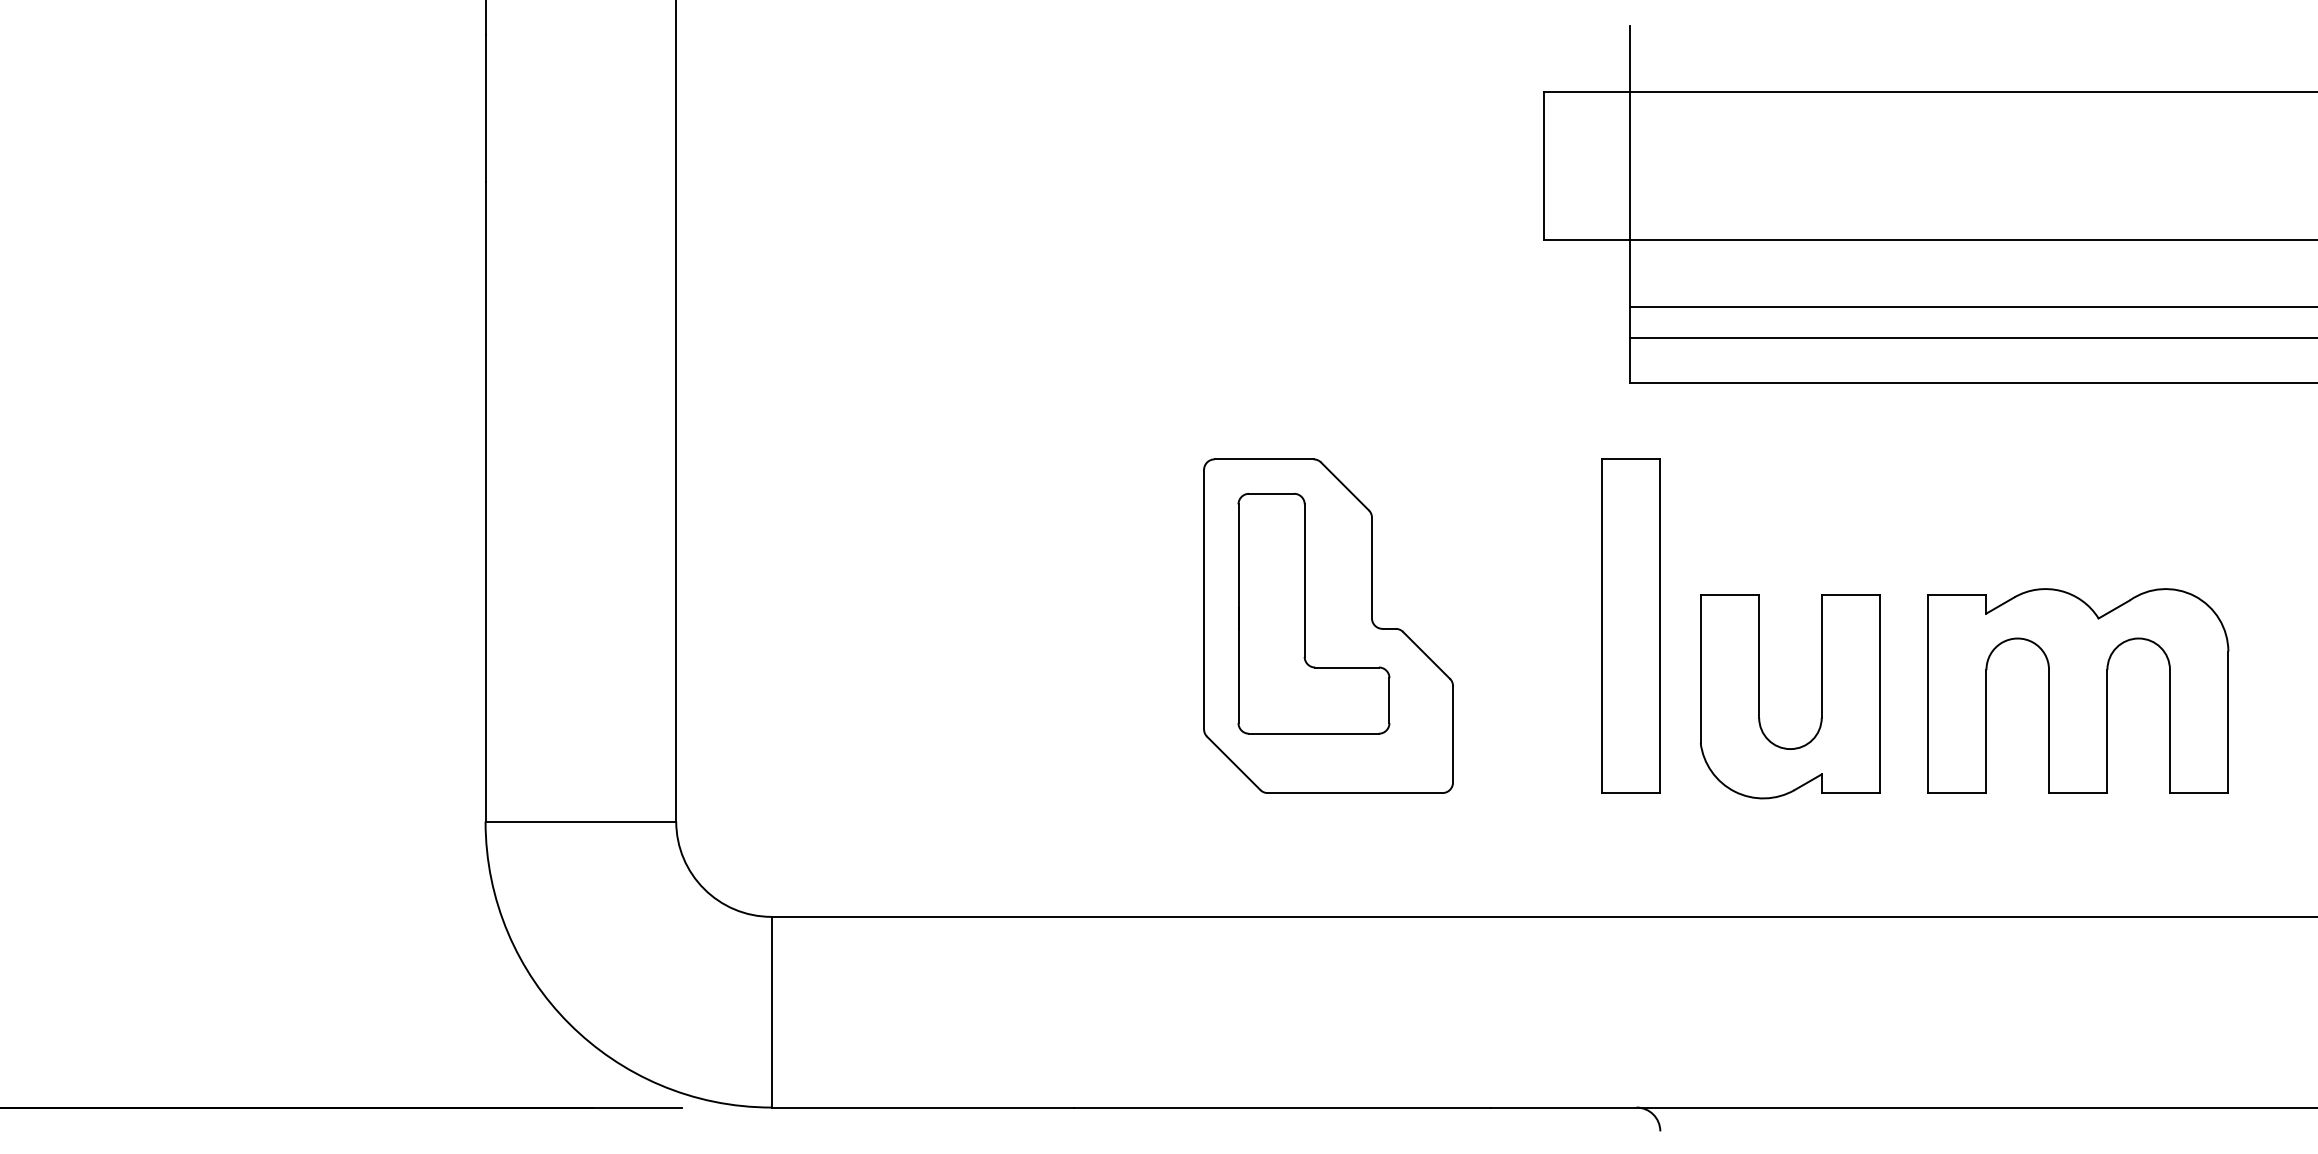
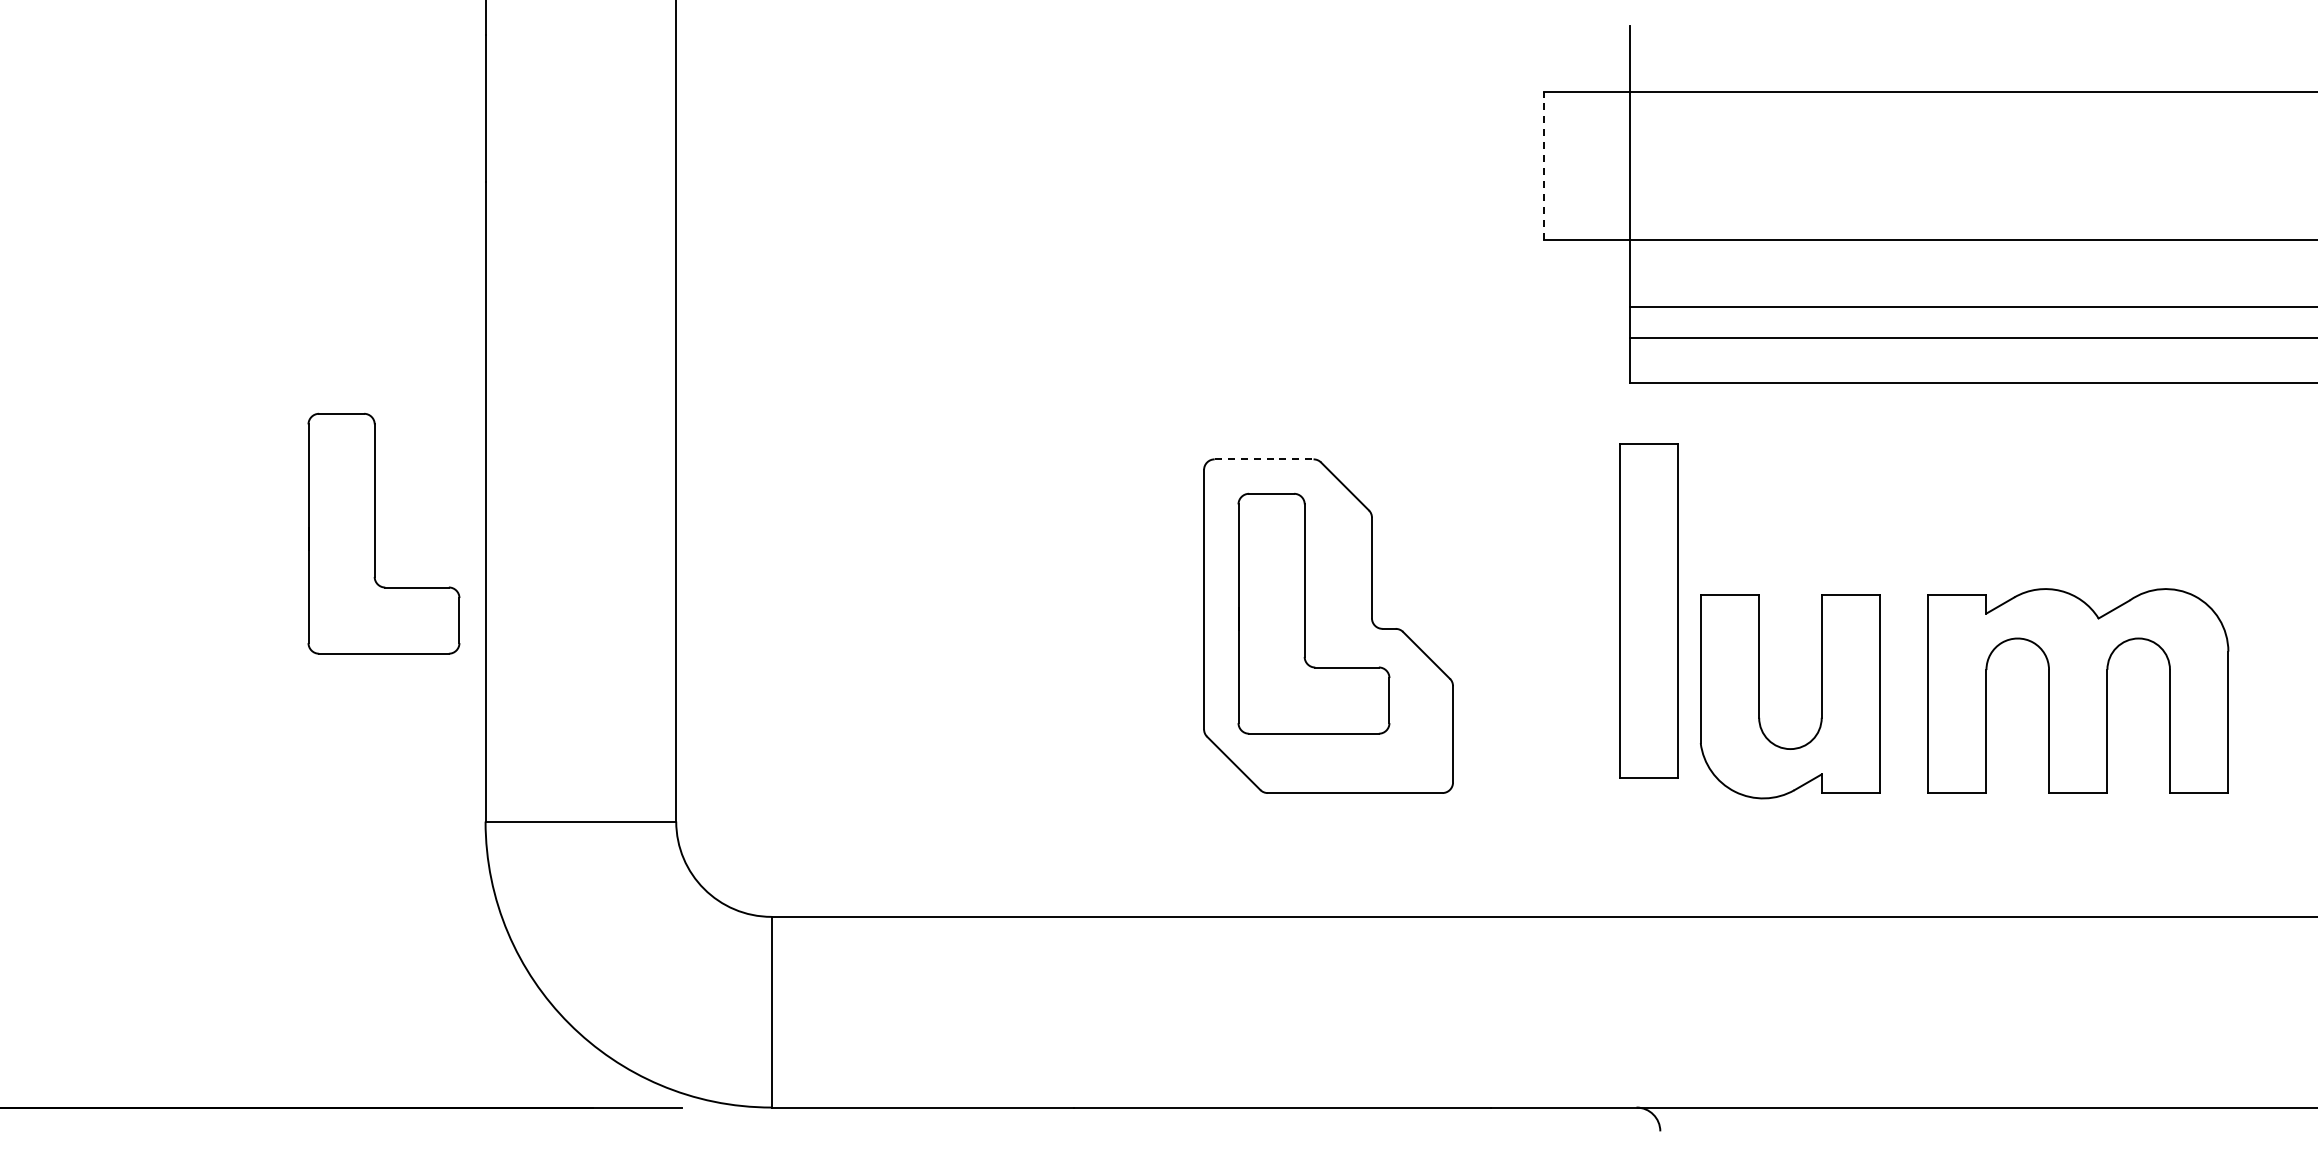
line at (1543, 166): solid -> dashed
line at (1264, 459): solid -> dashed
part at (375, 533): none -> present
part at (1630, 625) position: (1630, 625) -> (1648, 610)
